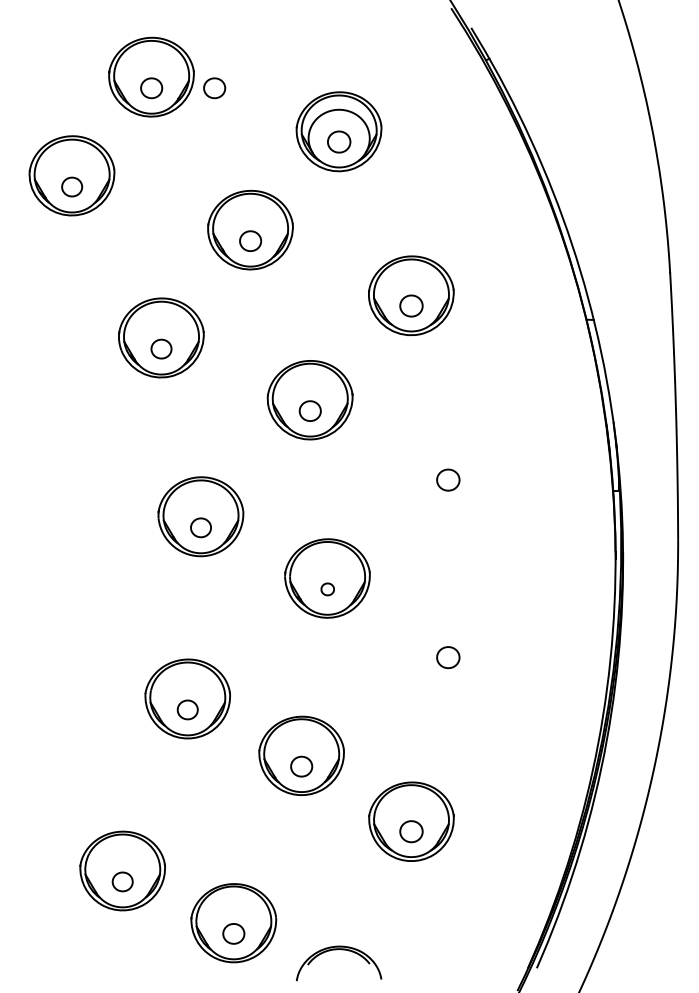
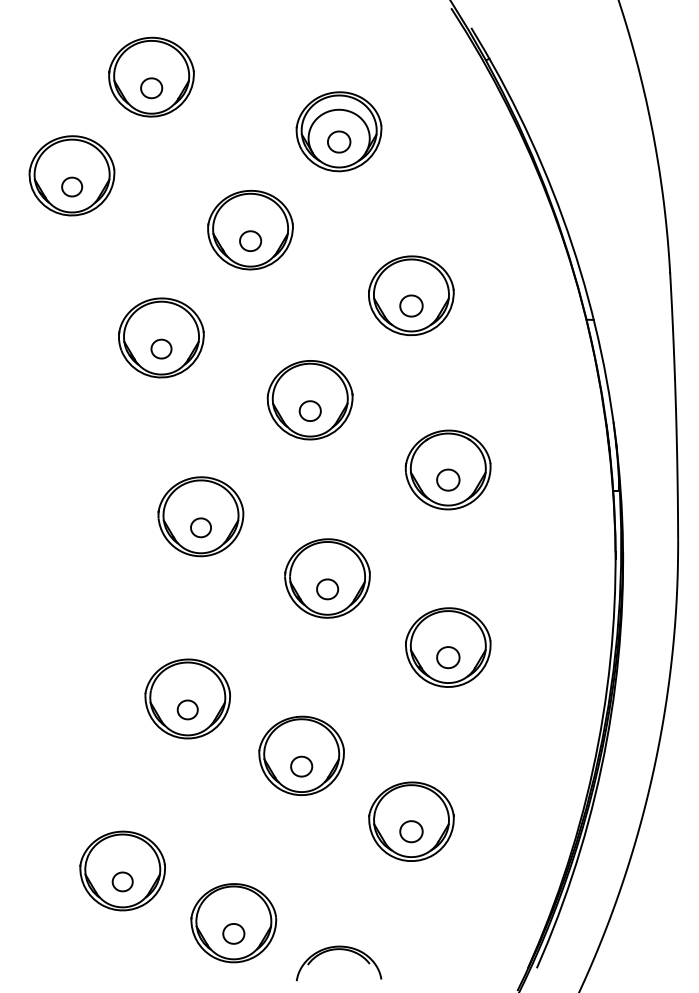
part at (214, 88): present -> none
part at (447, 469): none -> present
part at (327, 589) size: 15x15 px -> 24x23 px
part at (448, 647): none -> present
